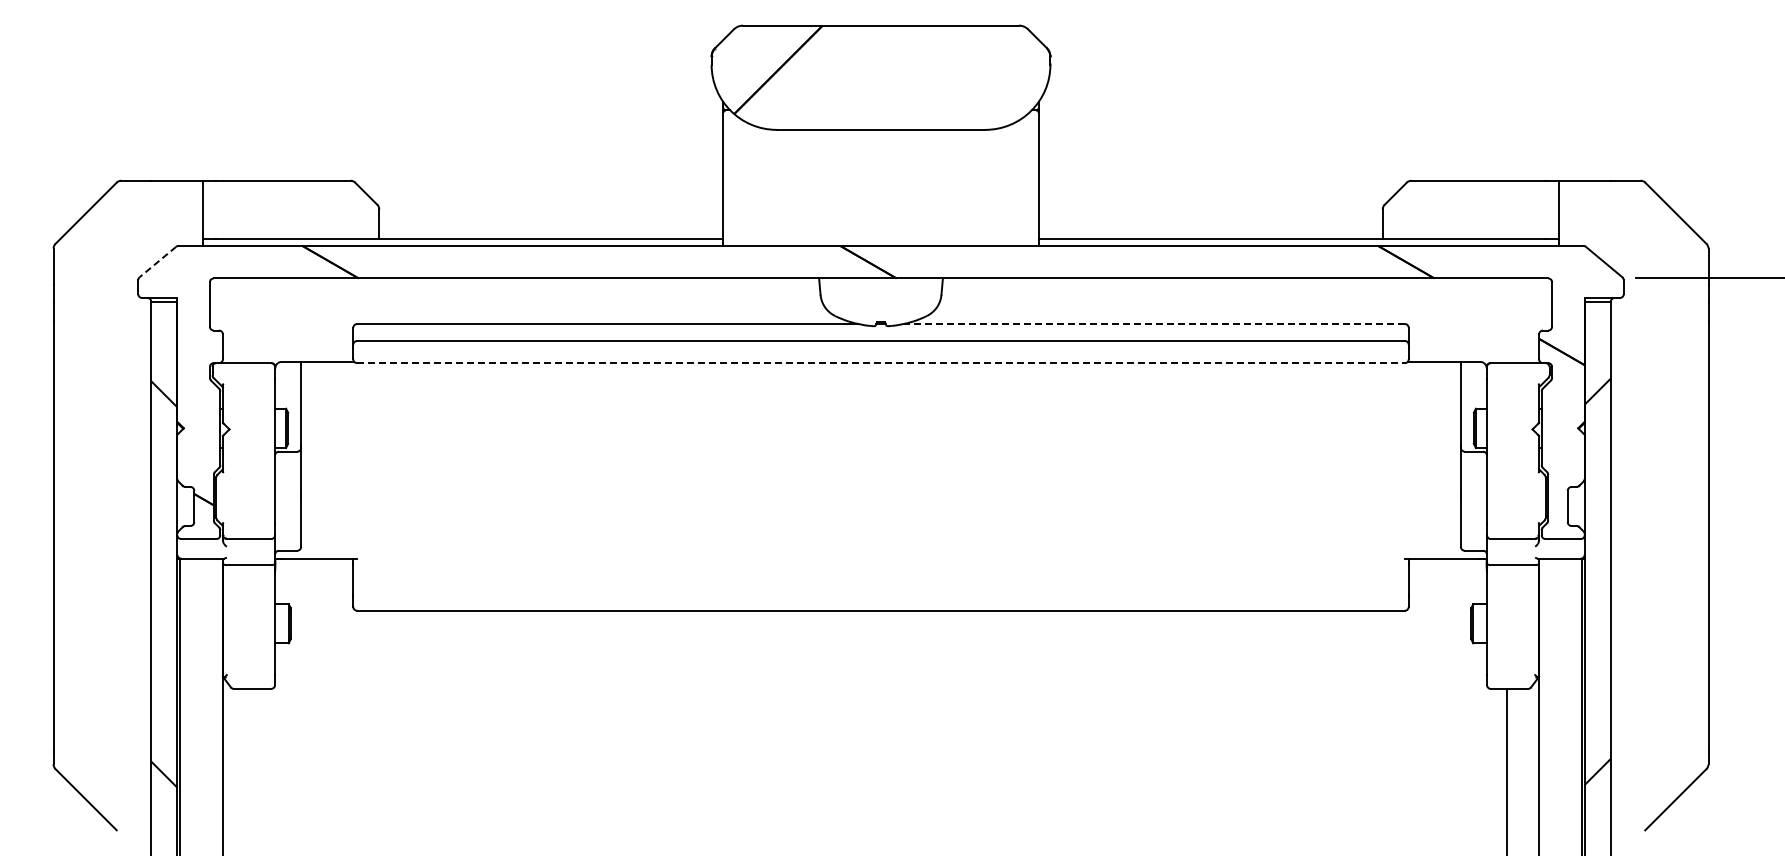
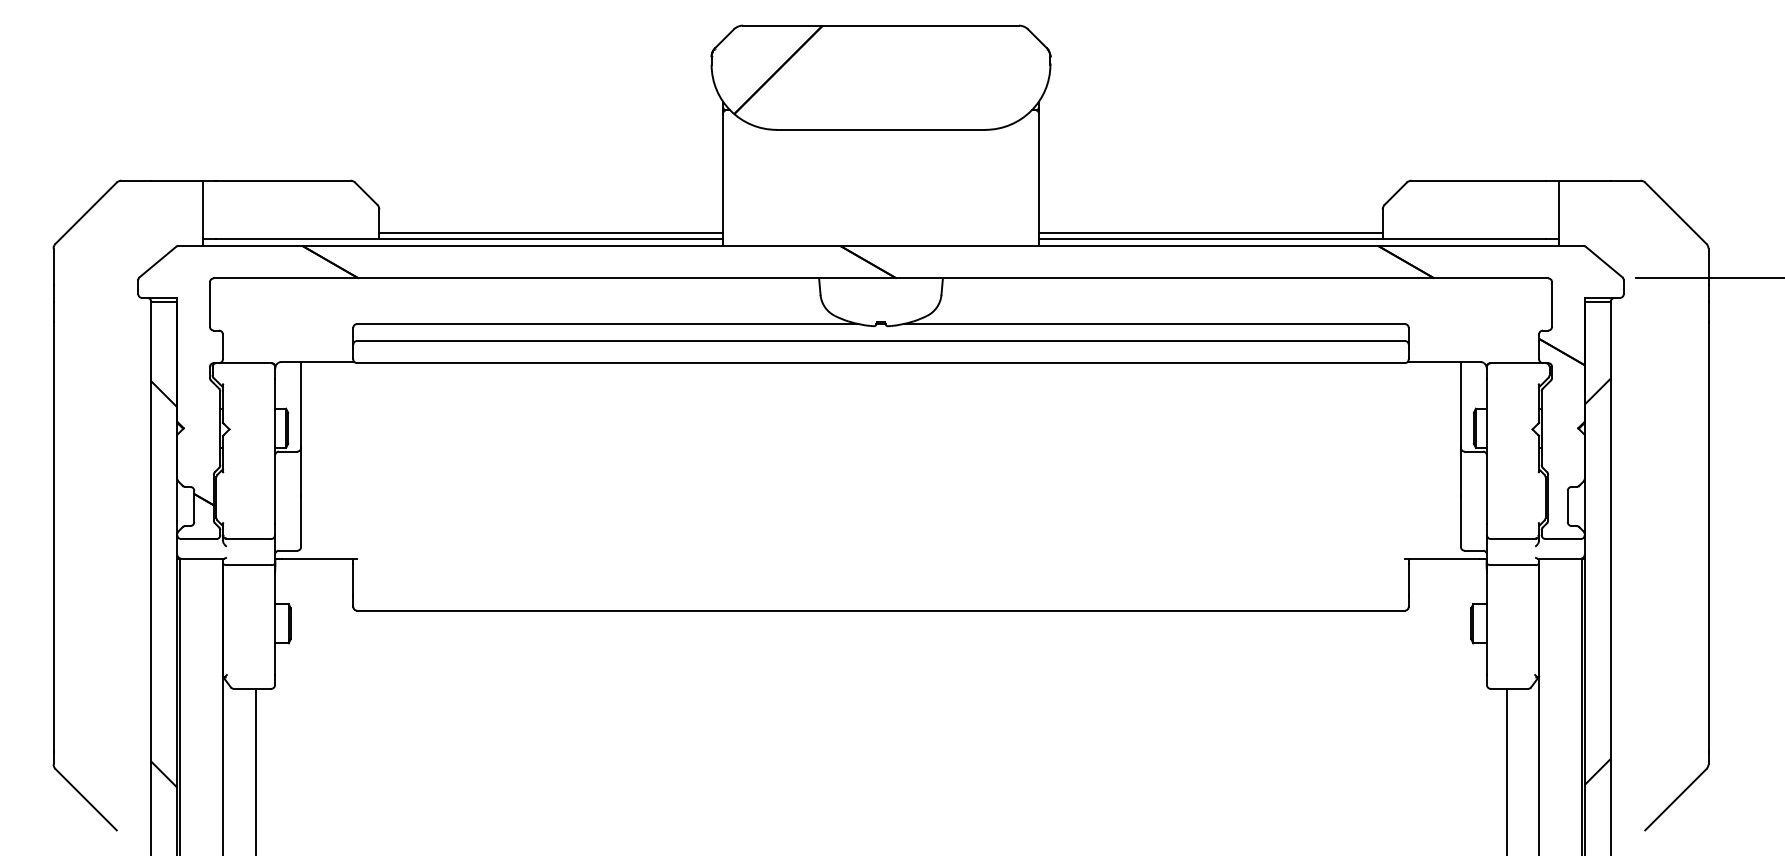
line at (551, 232): none -> present
line at (1210, 232): none -> present
line at (157, 262): dashed -> solid
line at (1154, 324): dashed -> solid
line at (881, 363): dashed -> solid
line at (255, 770): none -> present
